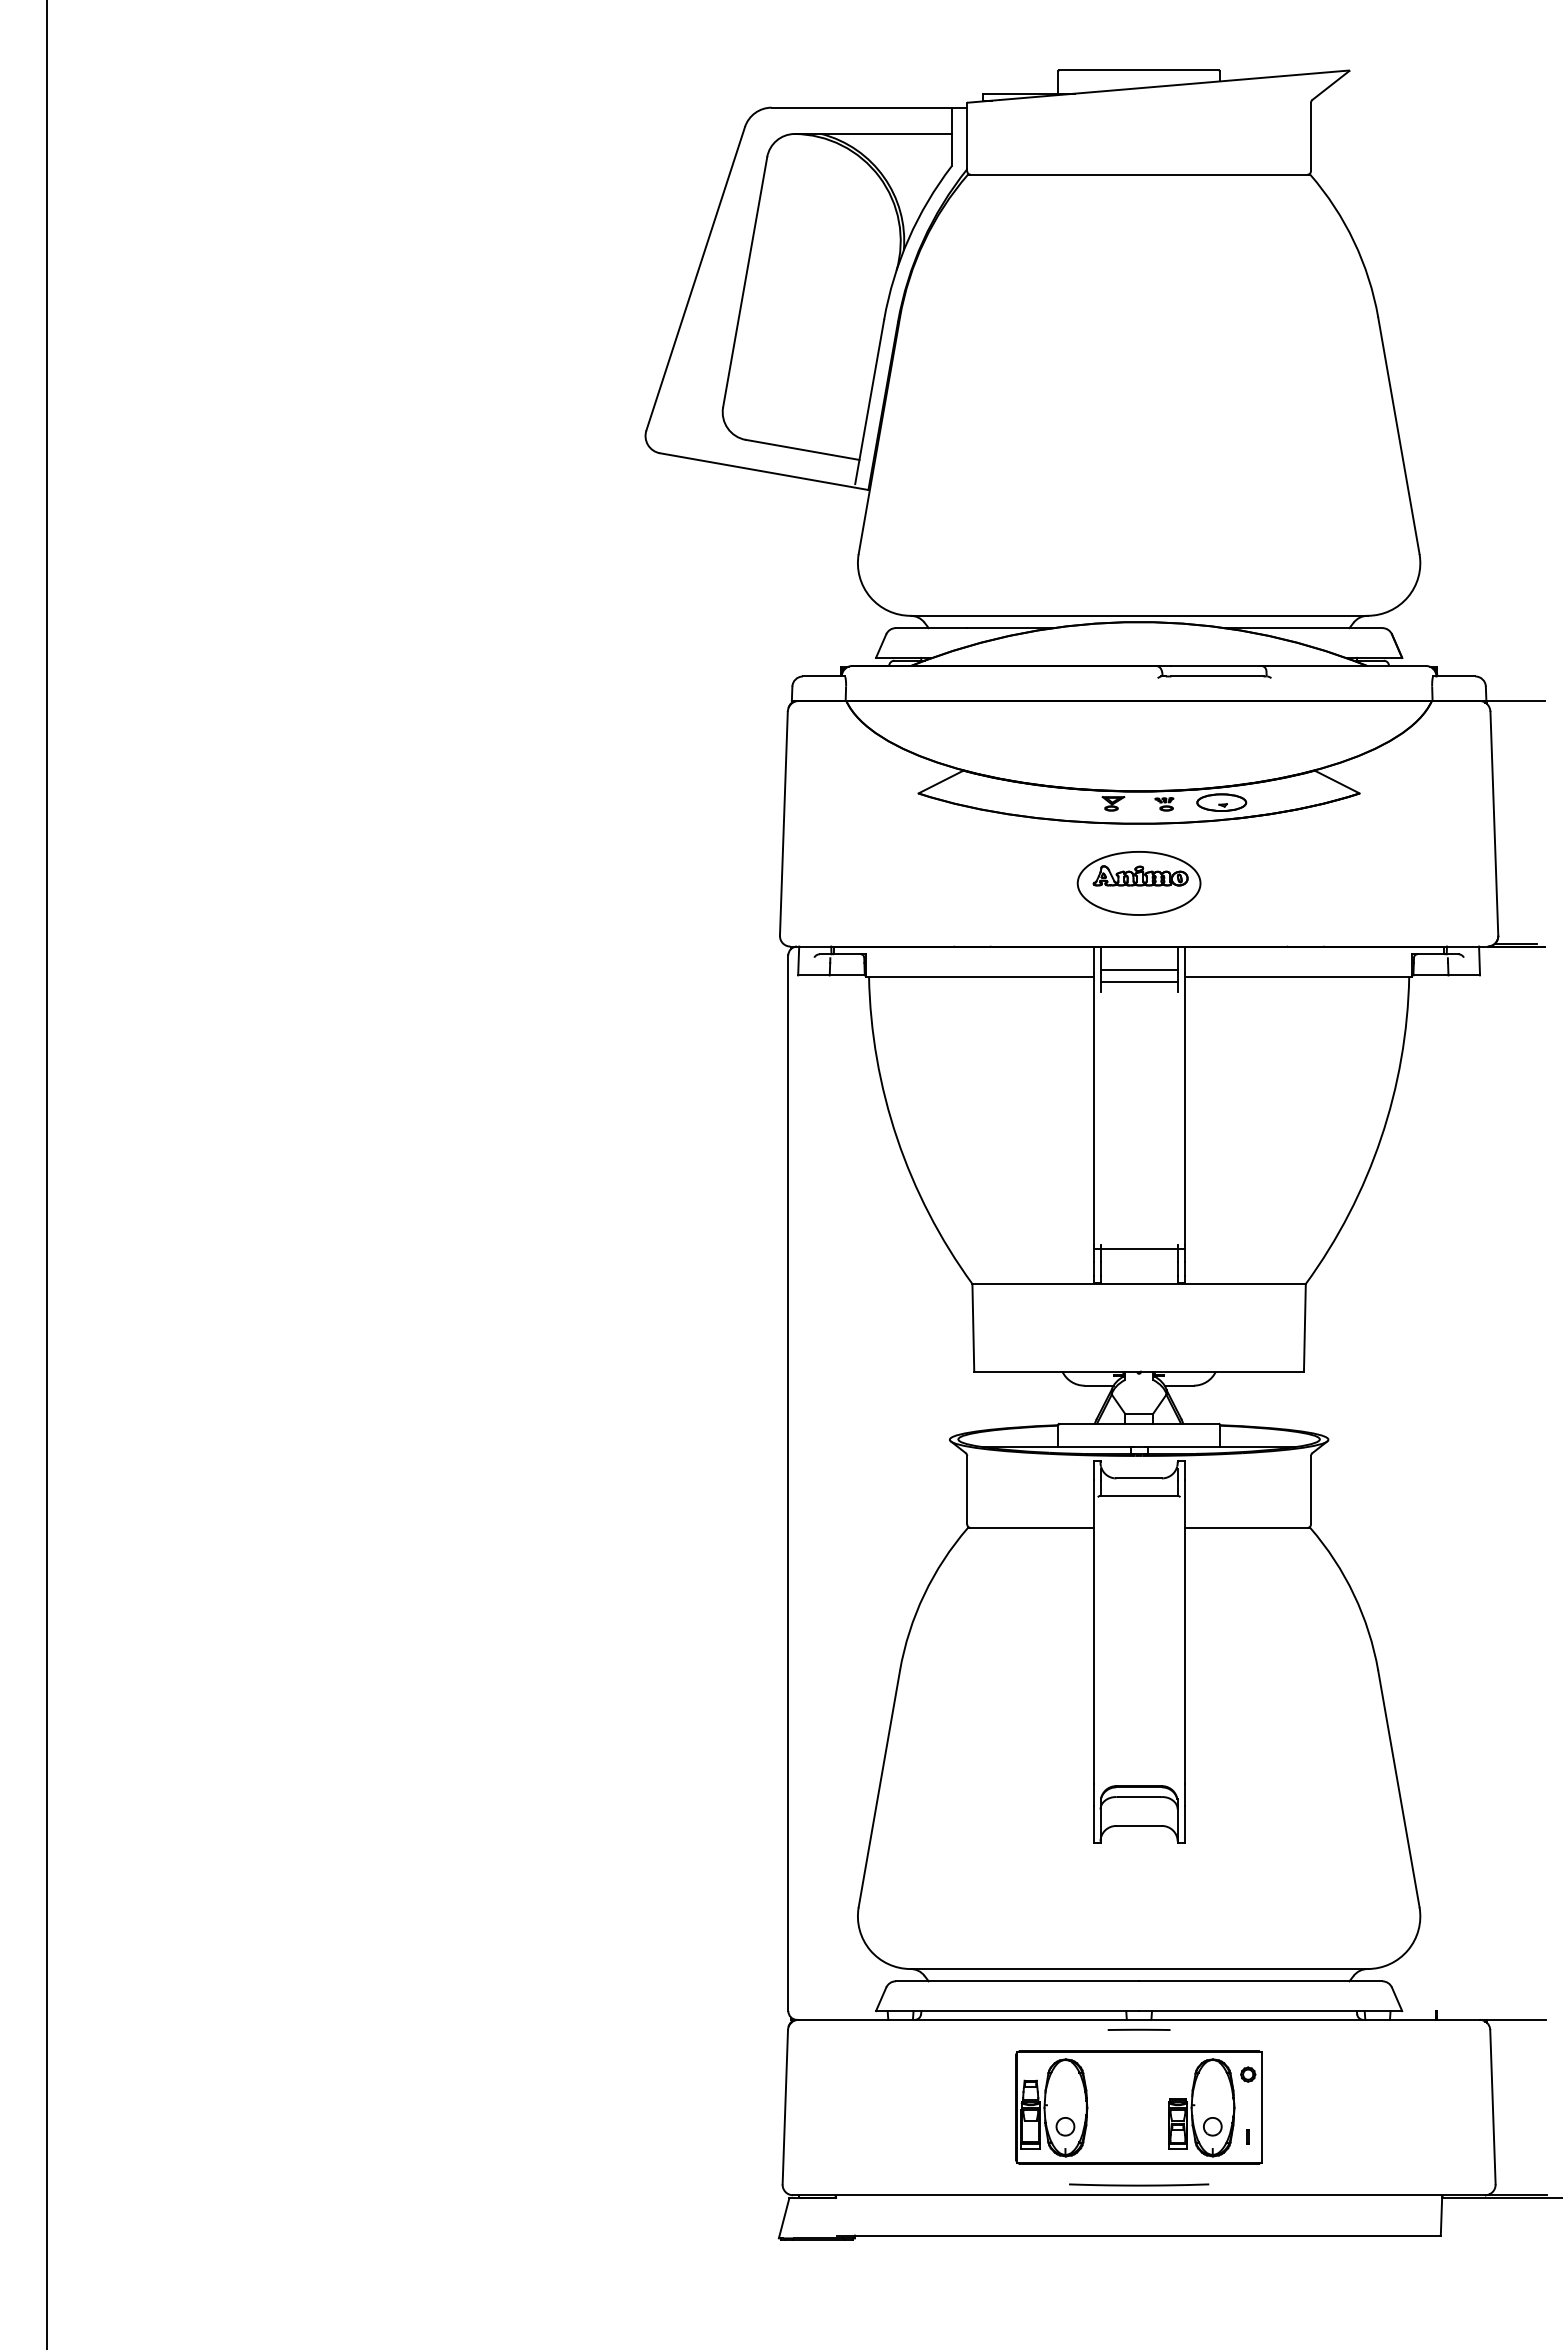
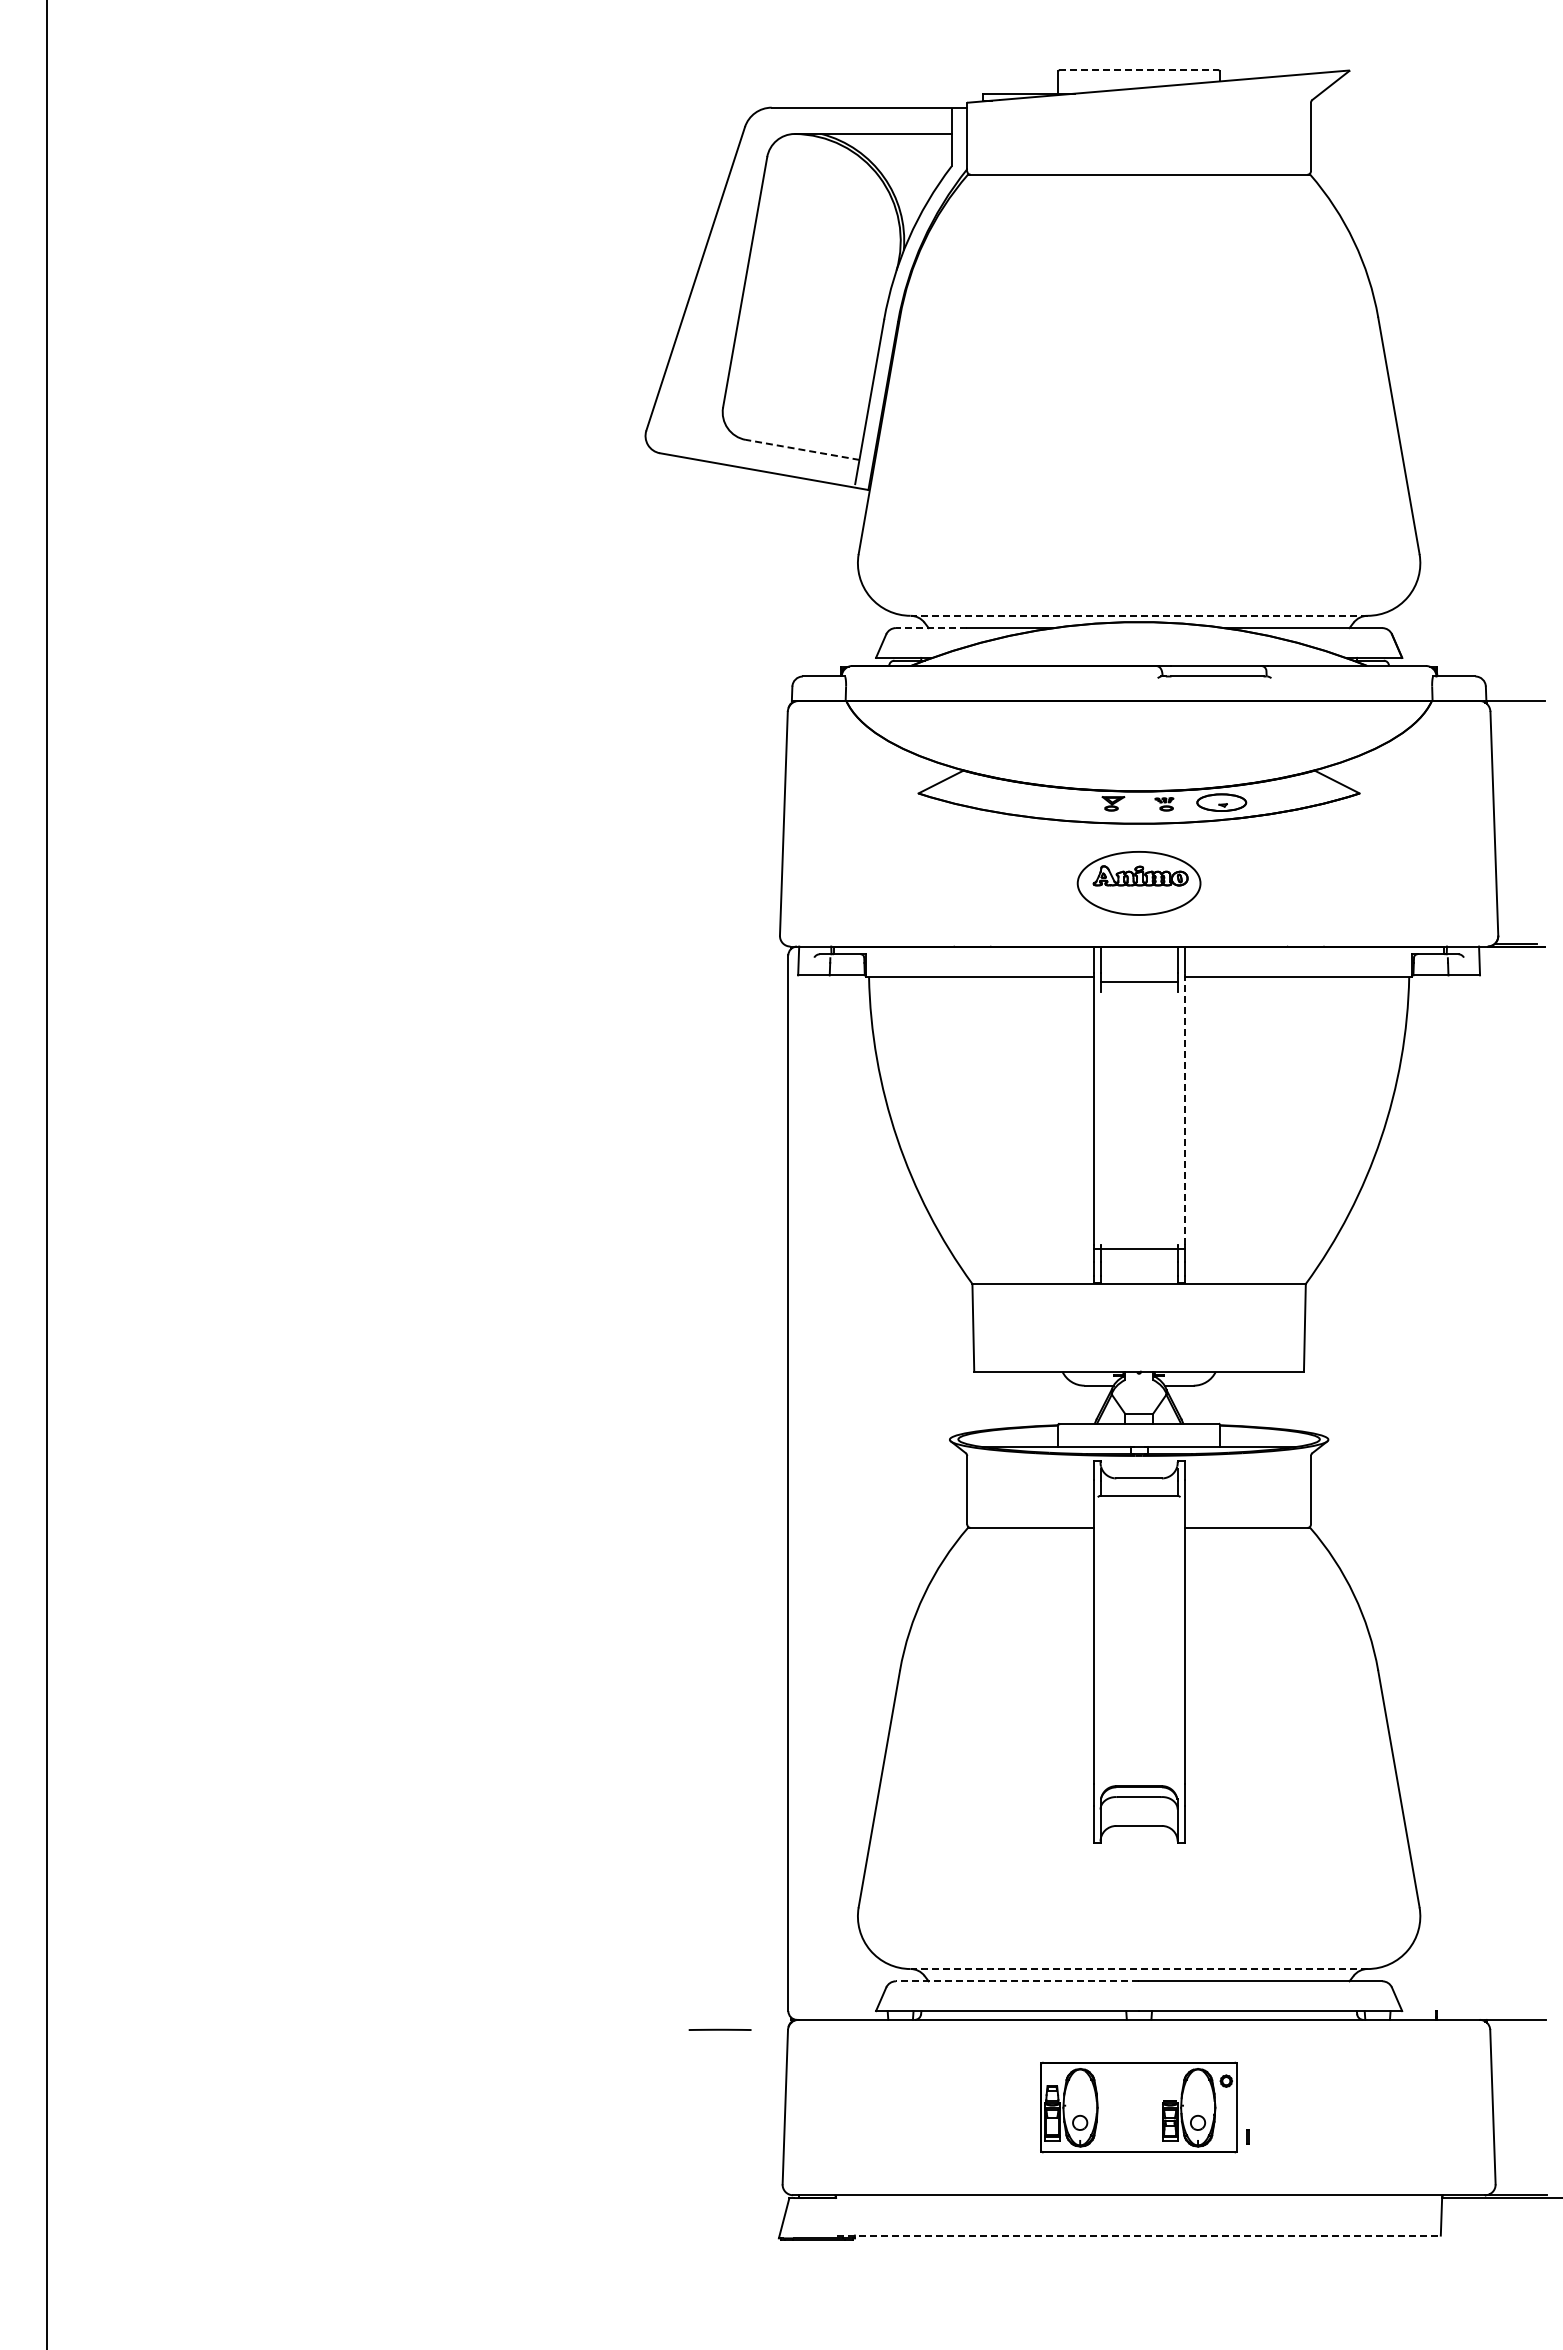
line at (1139, 70): solid -> dashed
line at (802, 449): solid -> dashed
line at (1139, 615): solid -> dashed
line at (931, 628): solid -> dashed
line at (1138, 970): present -> none
line at (1184, 1108): solid -> dashed
line at (1139, 1969): solid -> dashed
line at (1017, 1981): solid -> dashed
line at (1138, 2029) position: (1138, 2029) -> (719, 2029)
part at (1138, 2107) size: 248x115 px -> 198x93 px
line at (1139, 2184): present -> none
line at (1139, 2235): solid -> dashed
